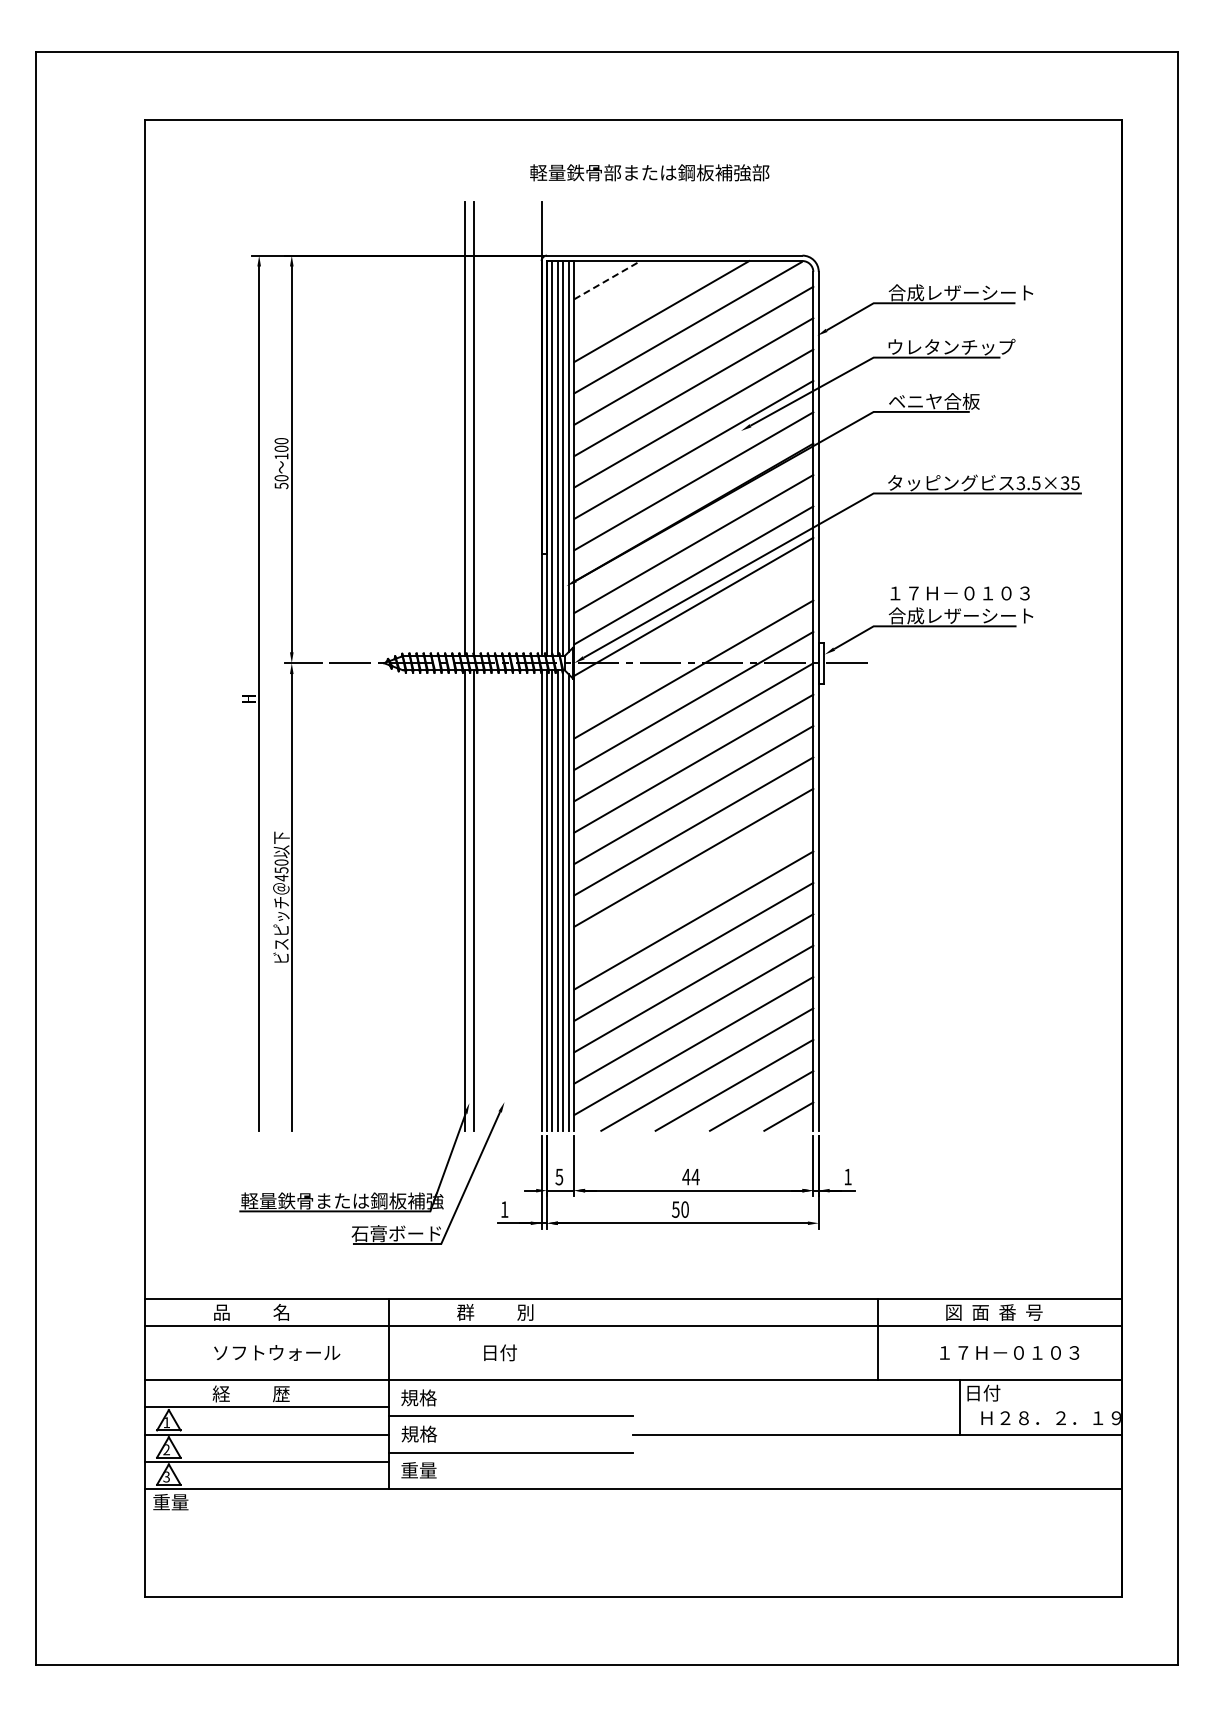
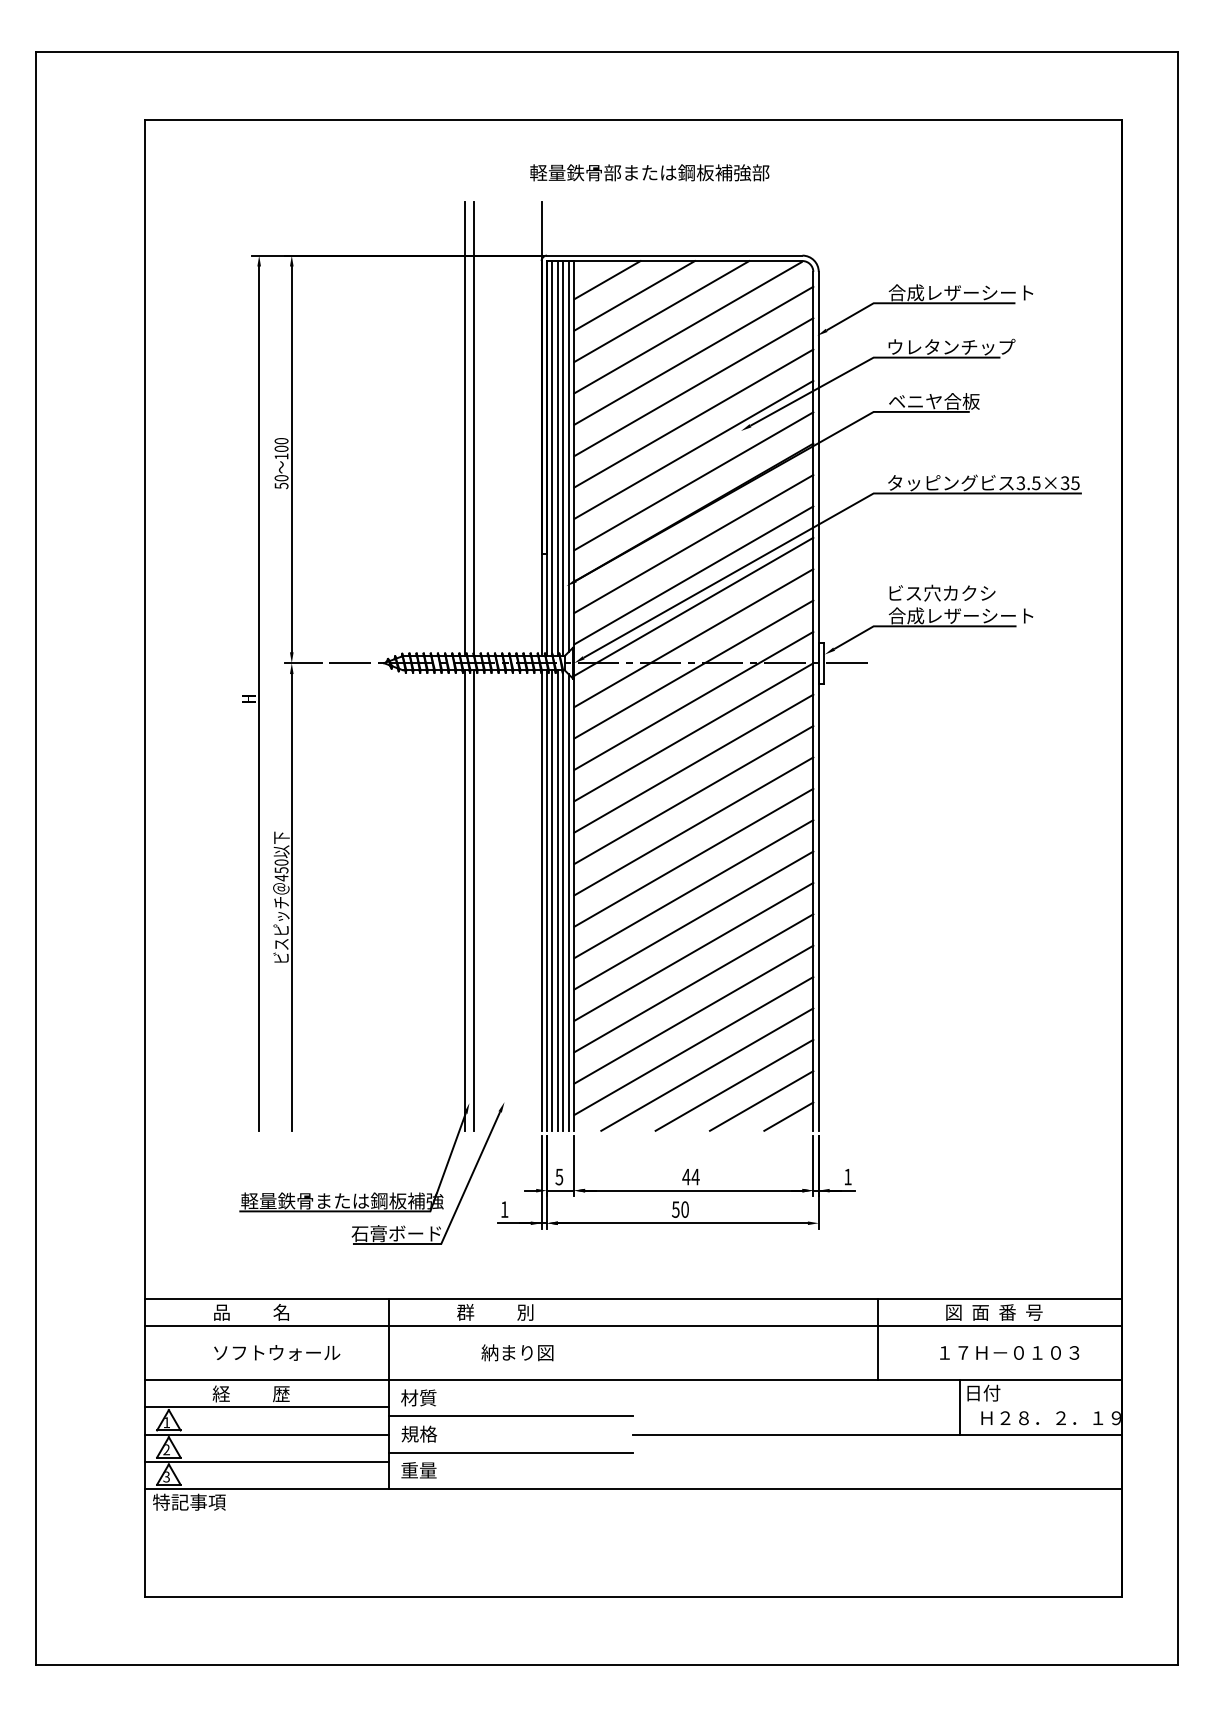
line at (607, 279): dashed -> solid
line at (634, 295): none -> present
text at (959, 592): １７Ｈ－０１０３ -> ビス穴カクシ
line at (693, 638): none -> present
line at (693, 889): none -> present
text at (517, 1352): 日付 -> 納まり図
text at (418, 1397): 規格 -> 材質
text at (189, 1501): 重量 -> 特記事項
